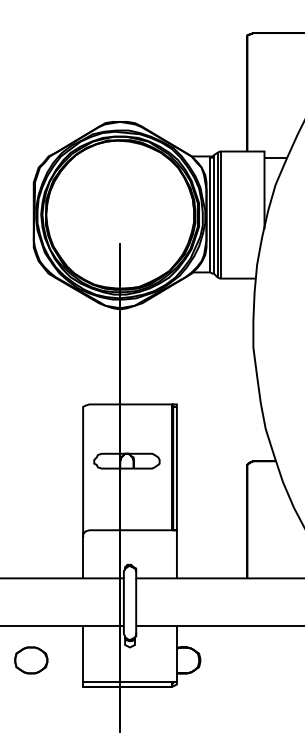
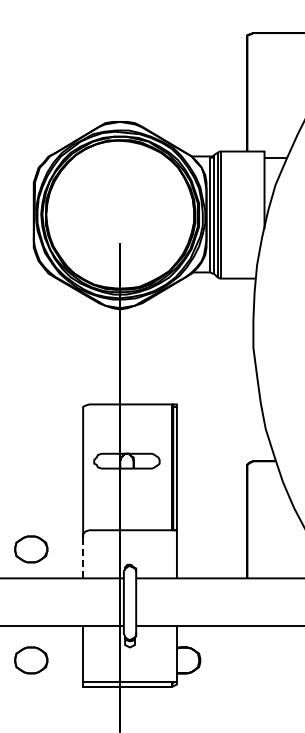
part at (31, 549): none -> present
line at (83, 557): solid -> dashed
